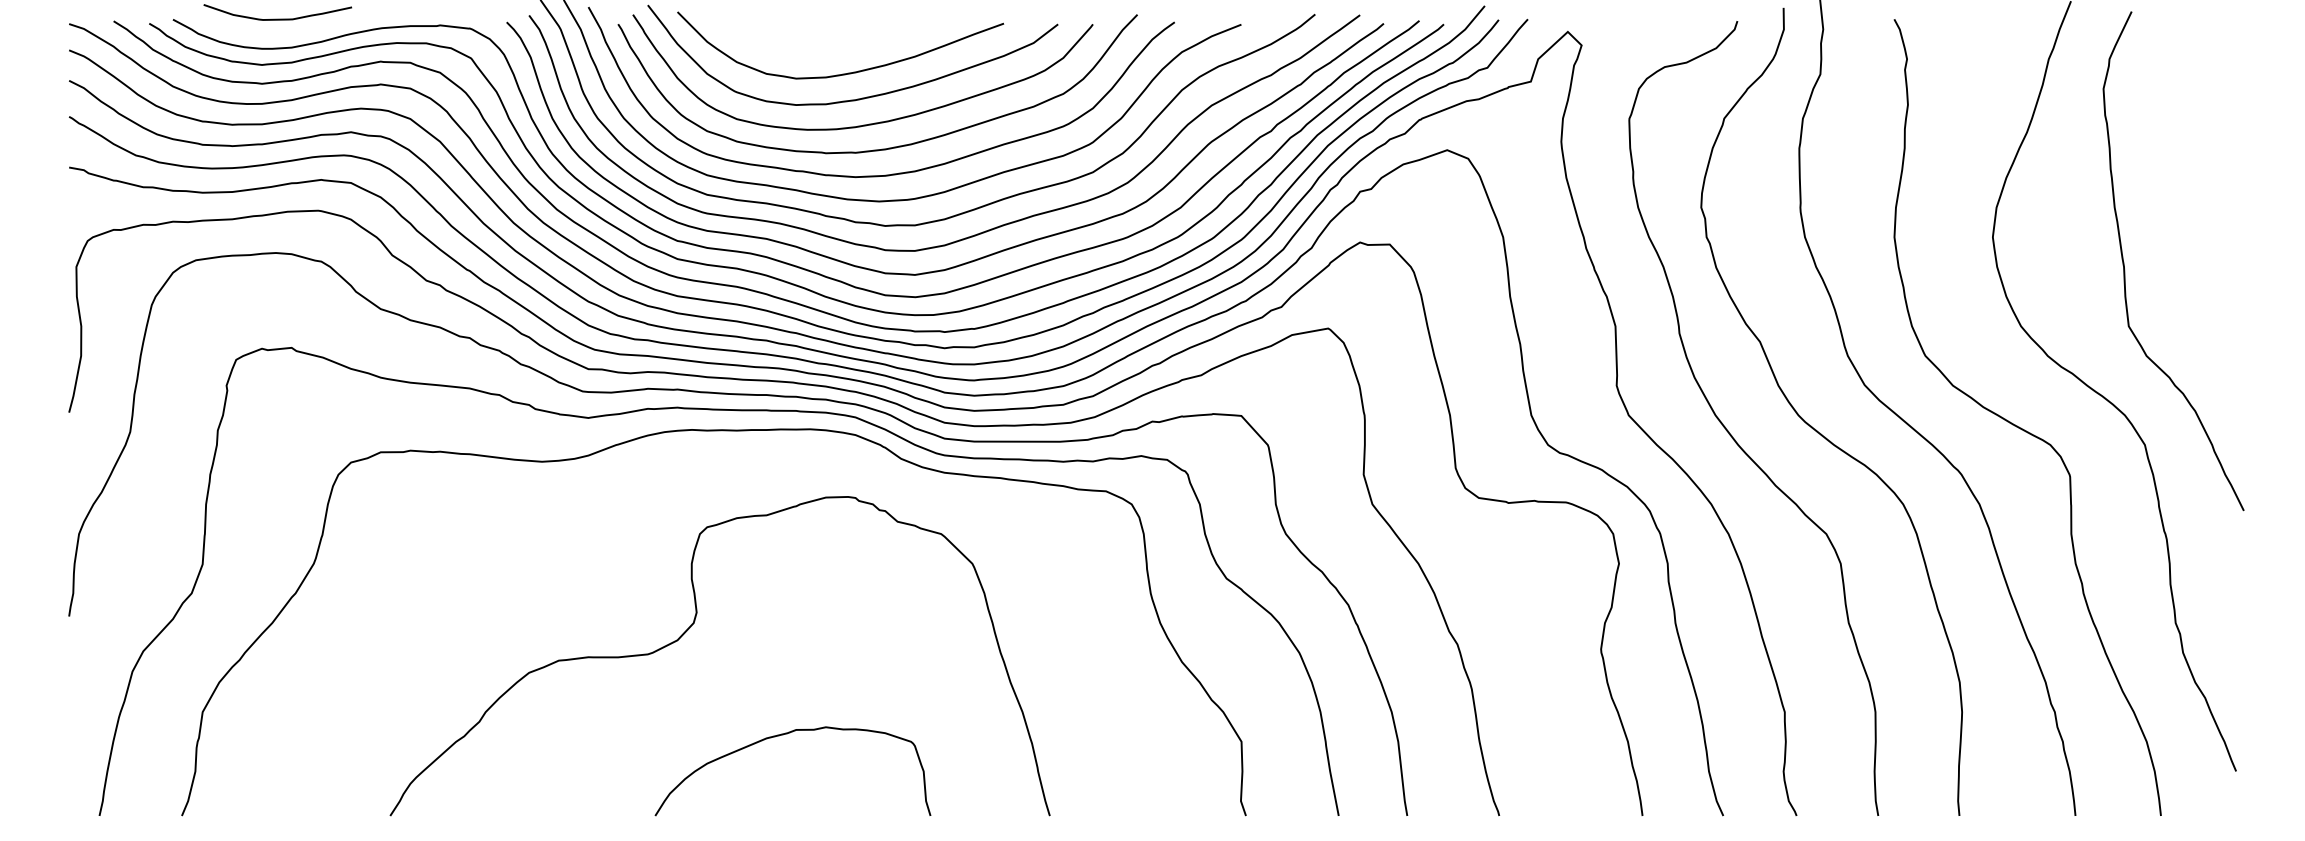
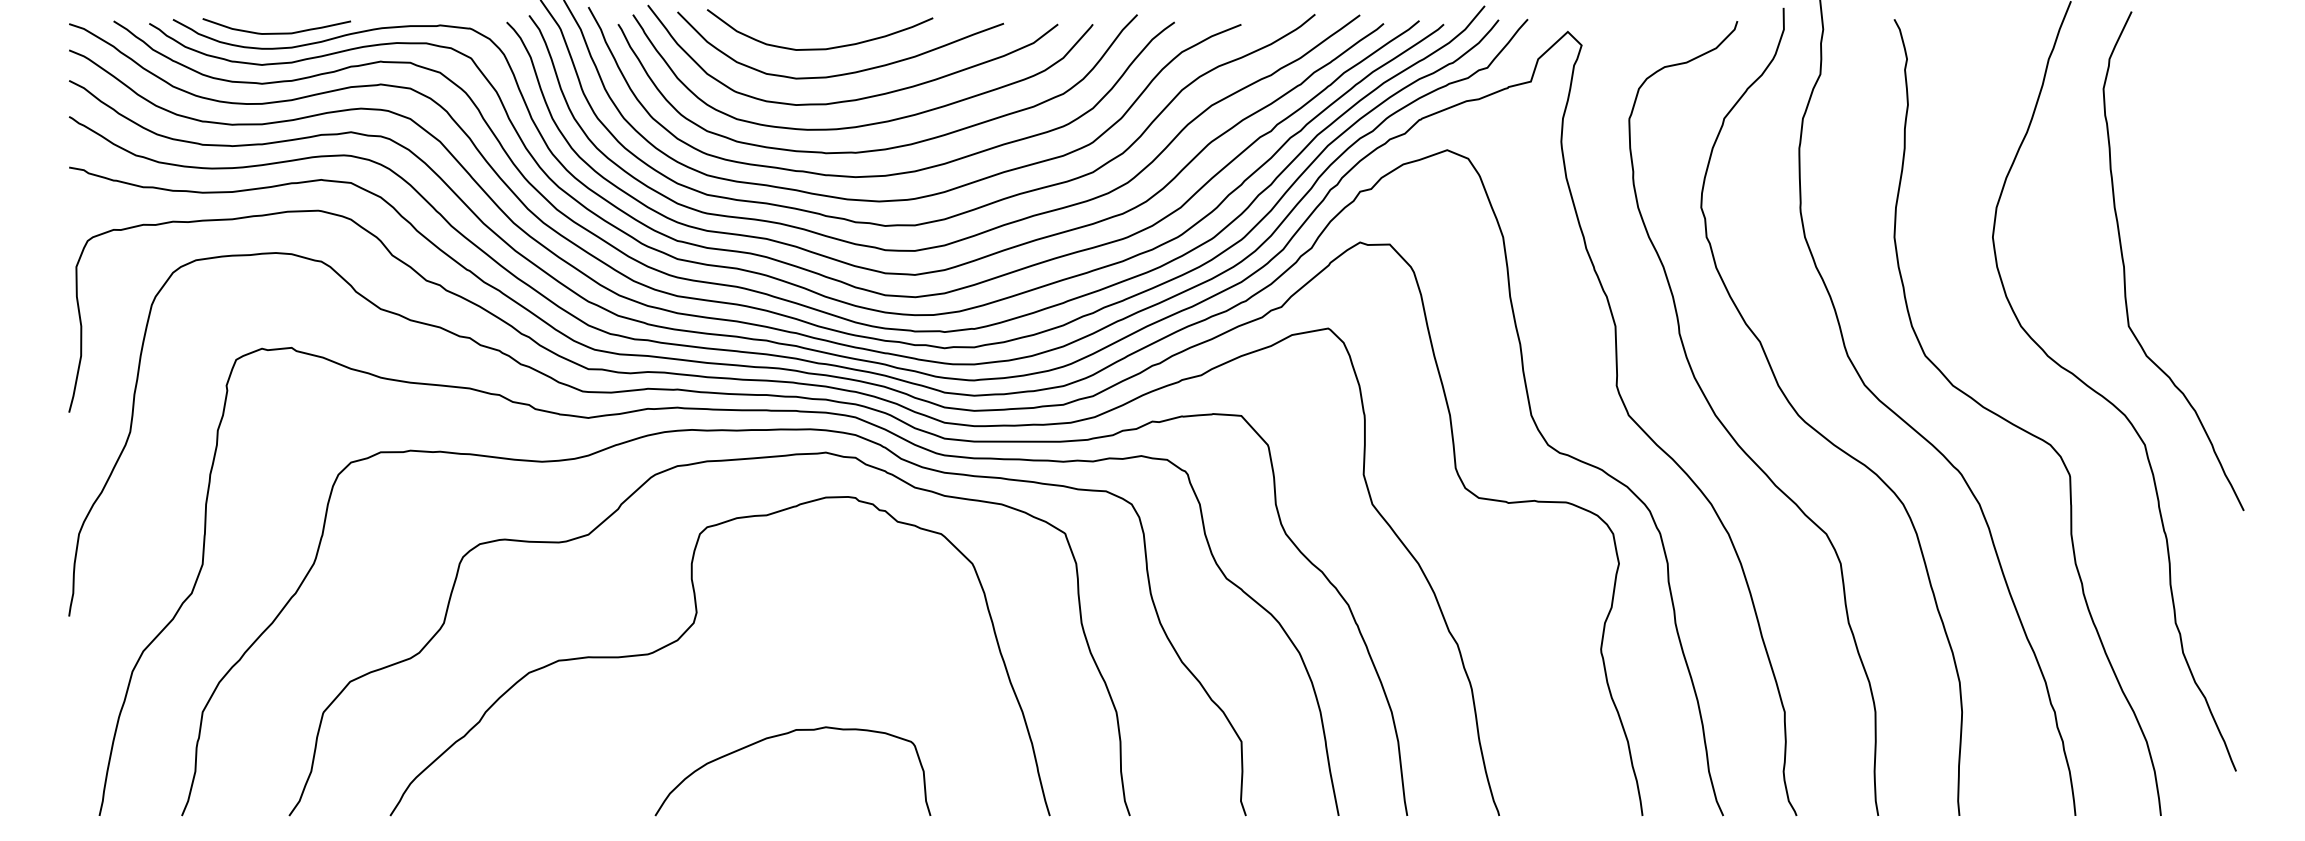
curve at (277, 18) position: (277, 18) -> (276, 32)
curve at (819, 48): none -> present
curve at (611, 516): none -> present
